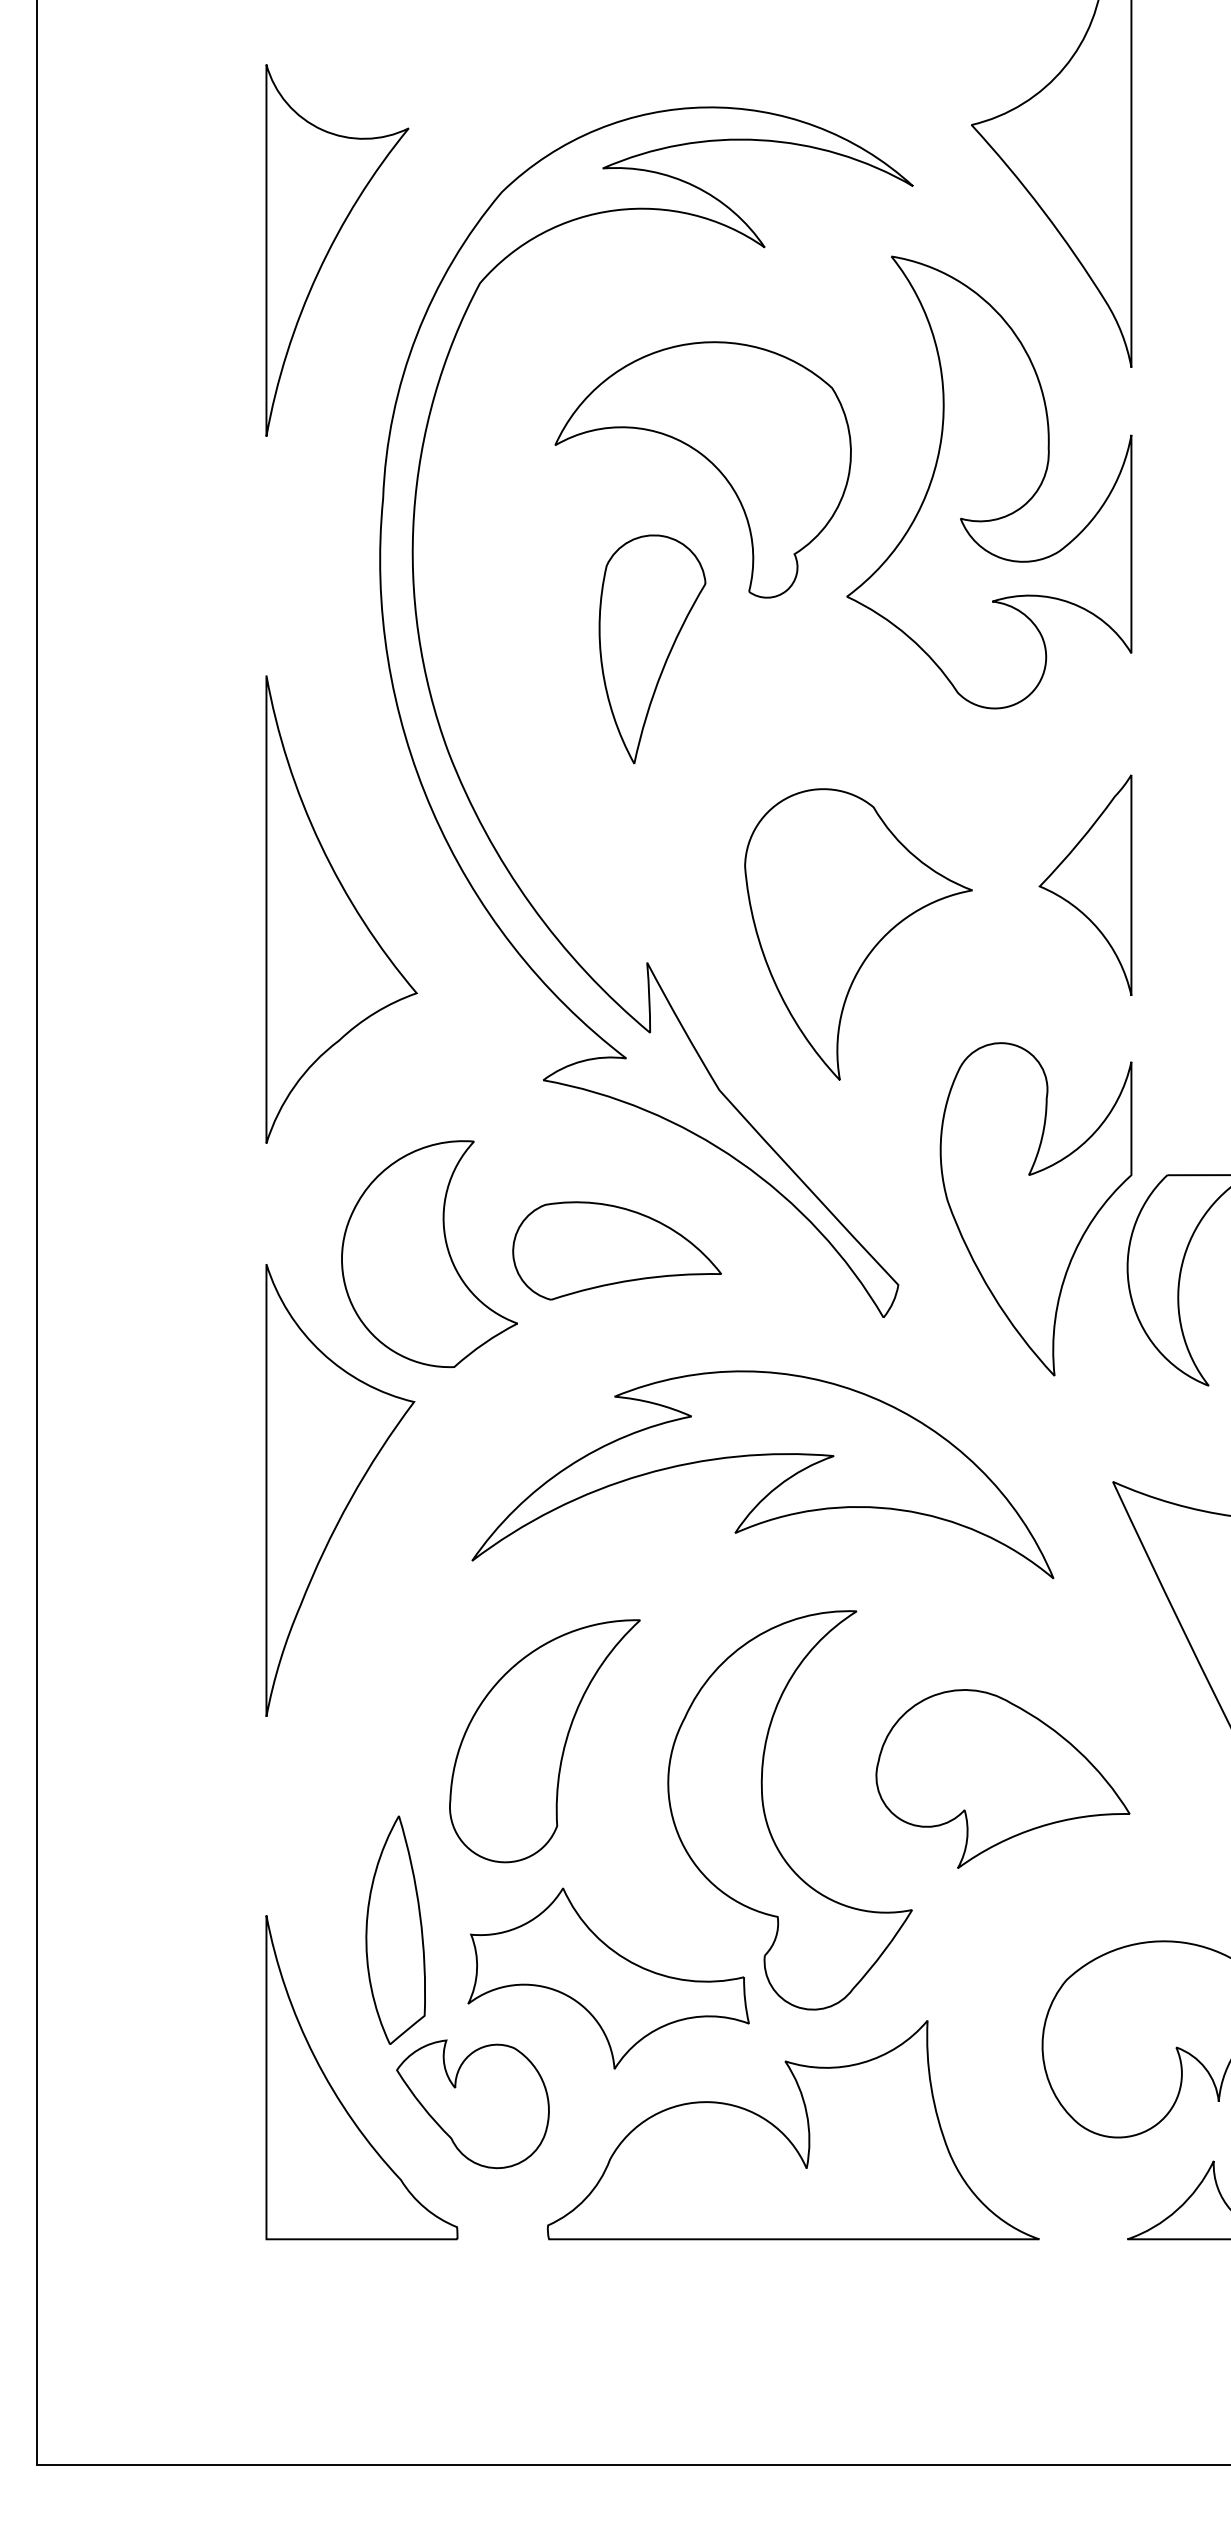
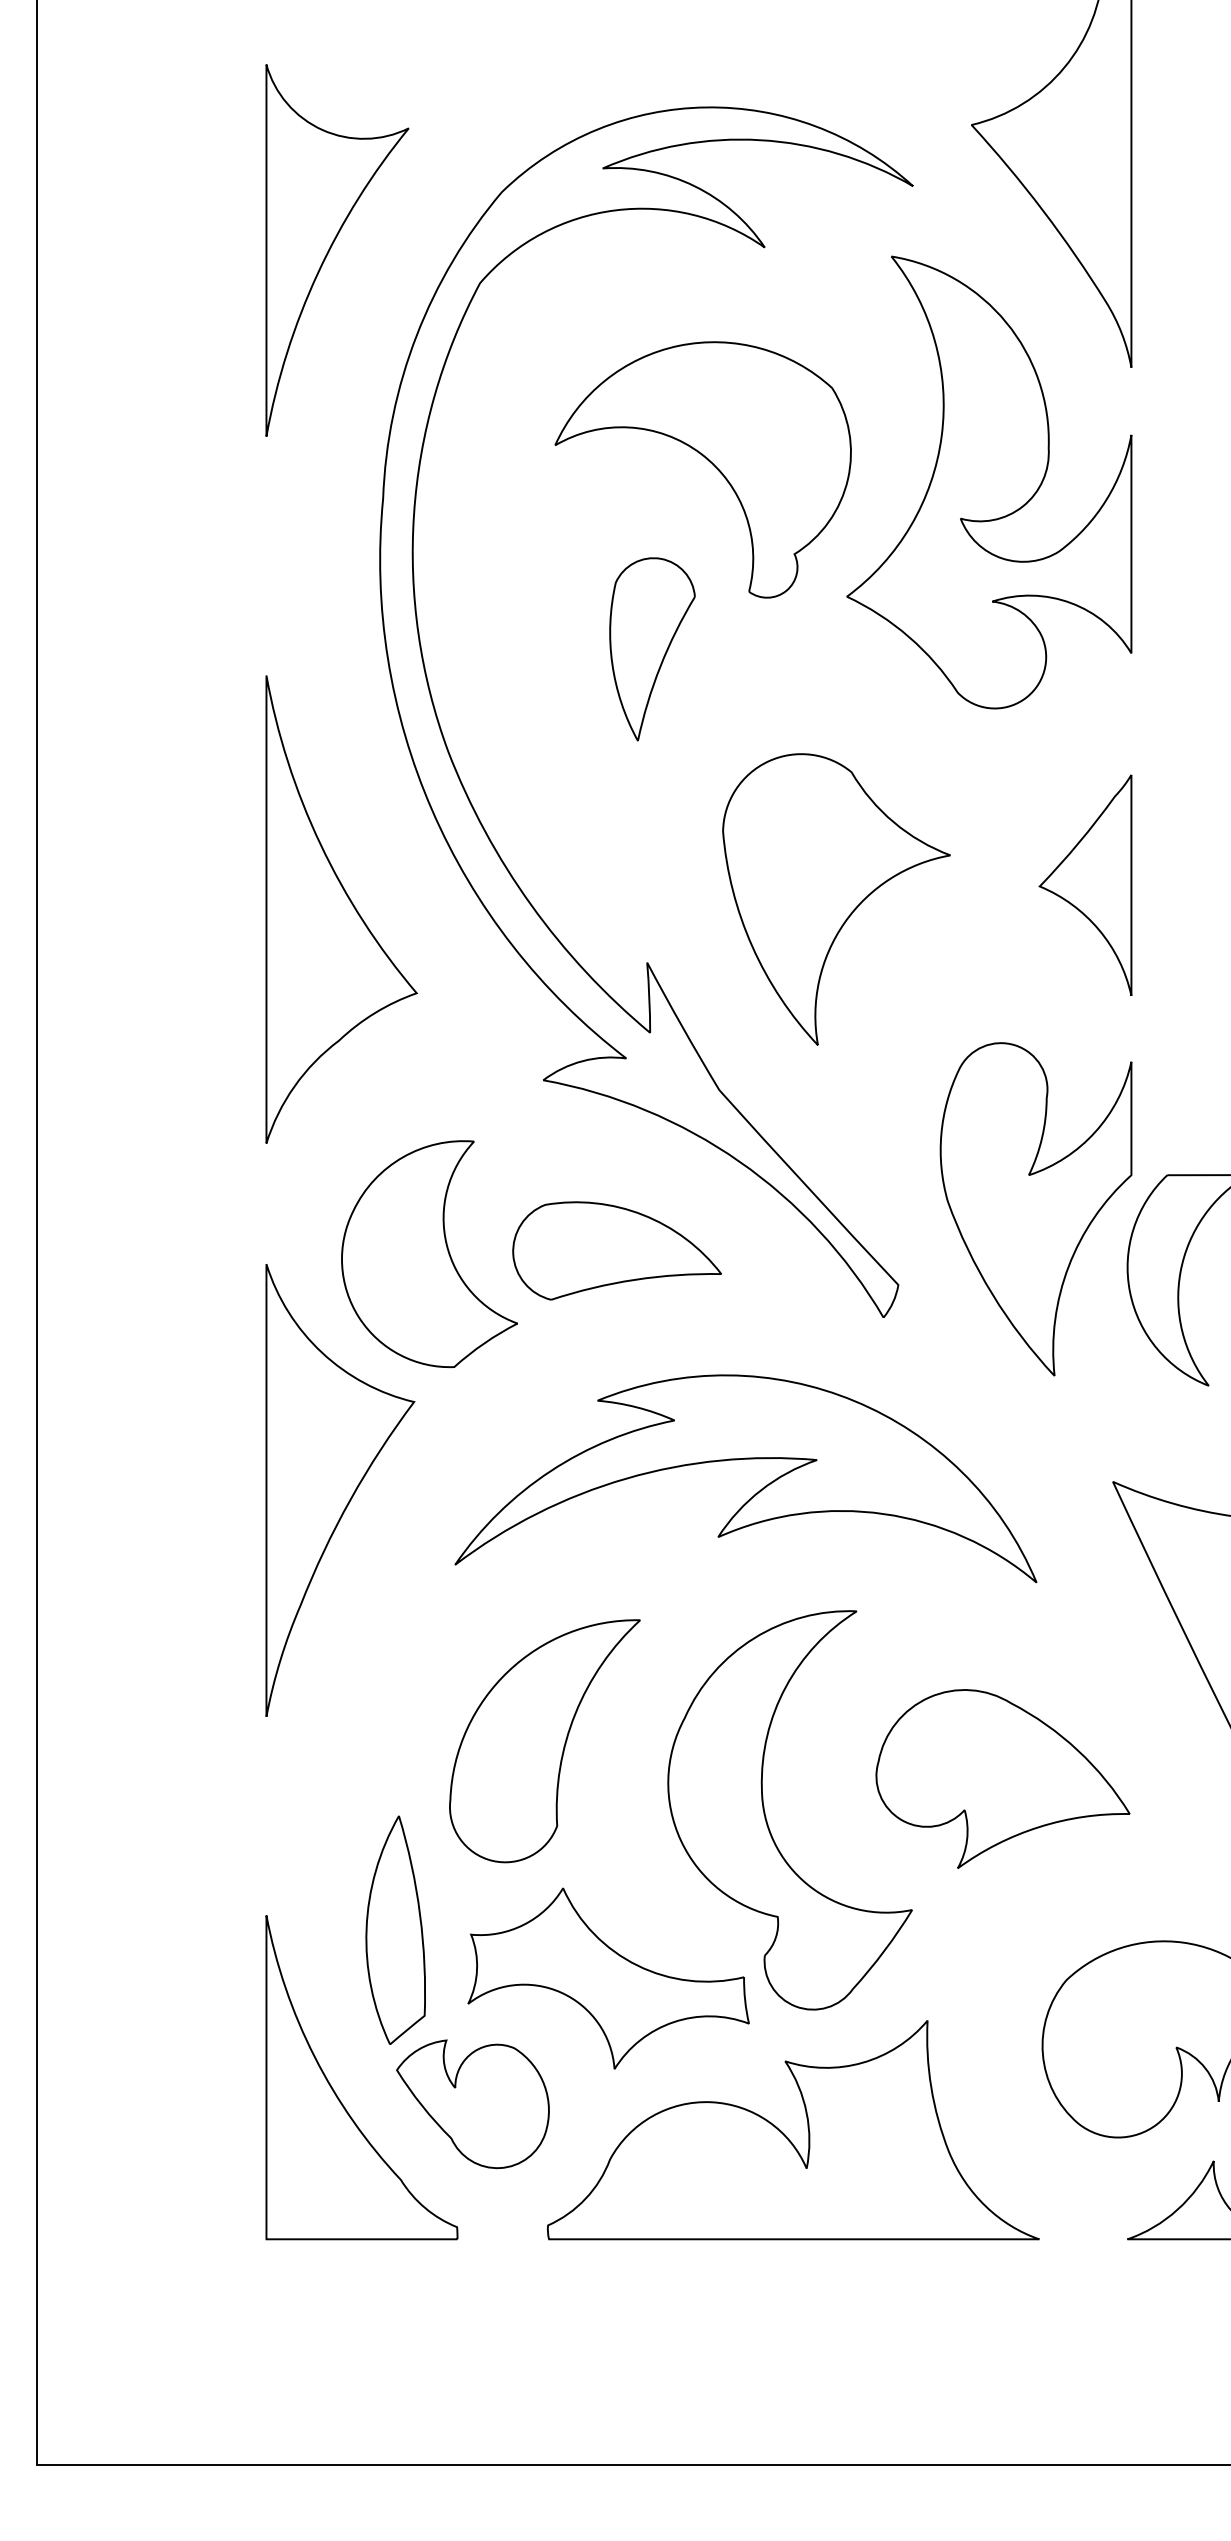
part at (652, 649) size: 109x231 px -> 87x185 px
part at (858, 934) position: (858, 934) -> (836, 899)
part at (773, 1488) position: (773, 1488) -> (756, 1492)
